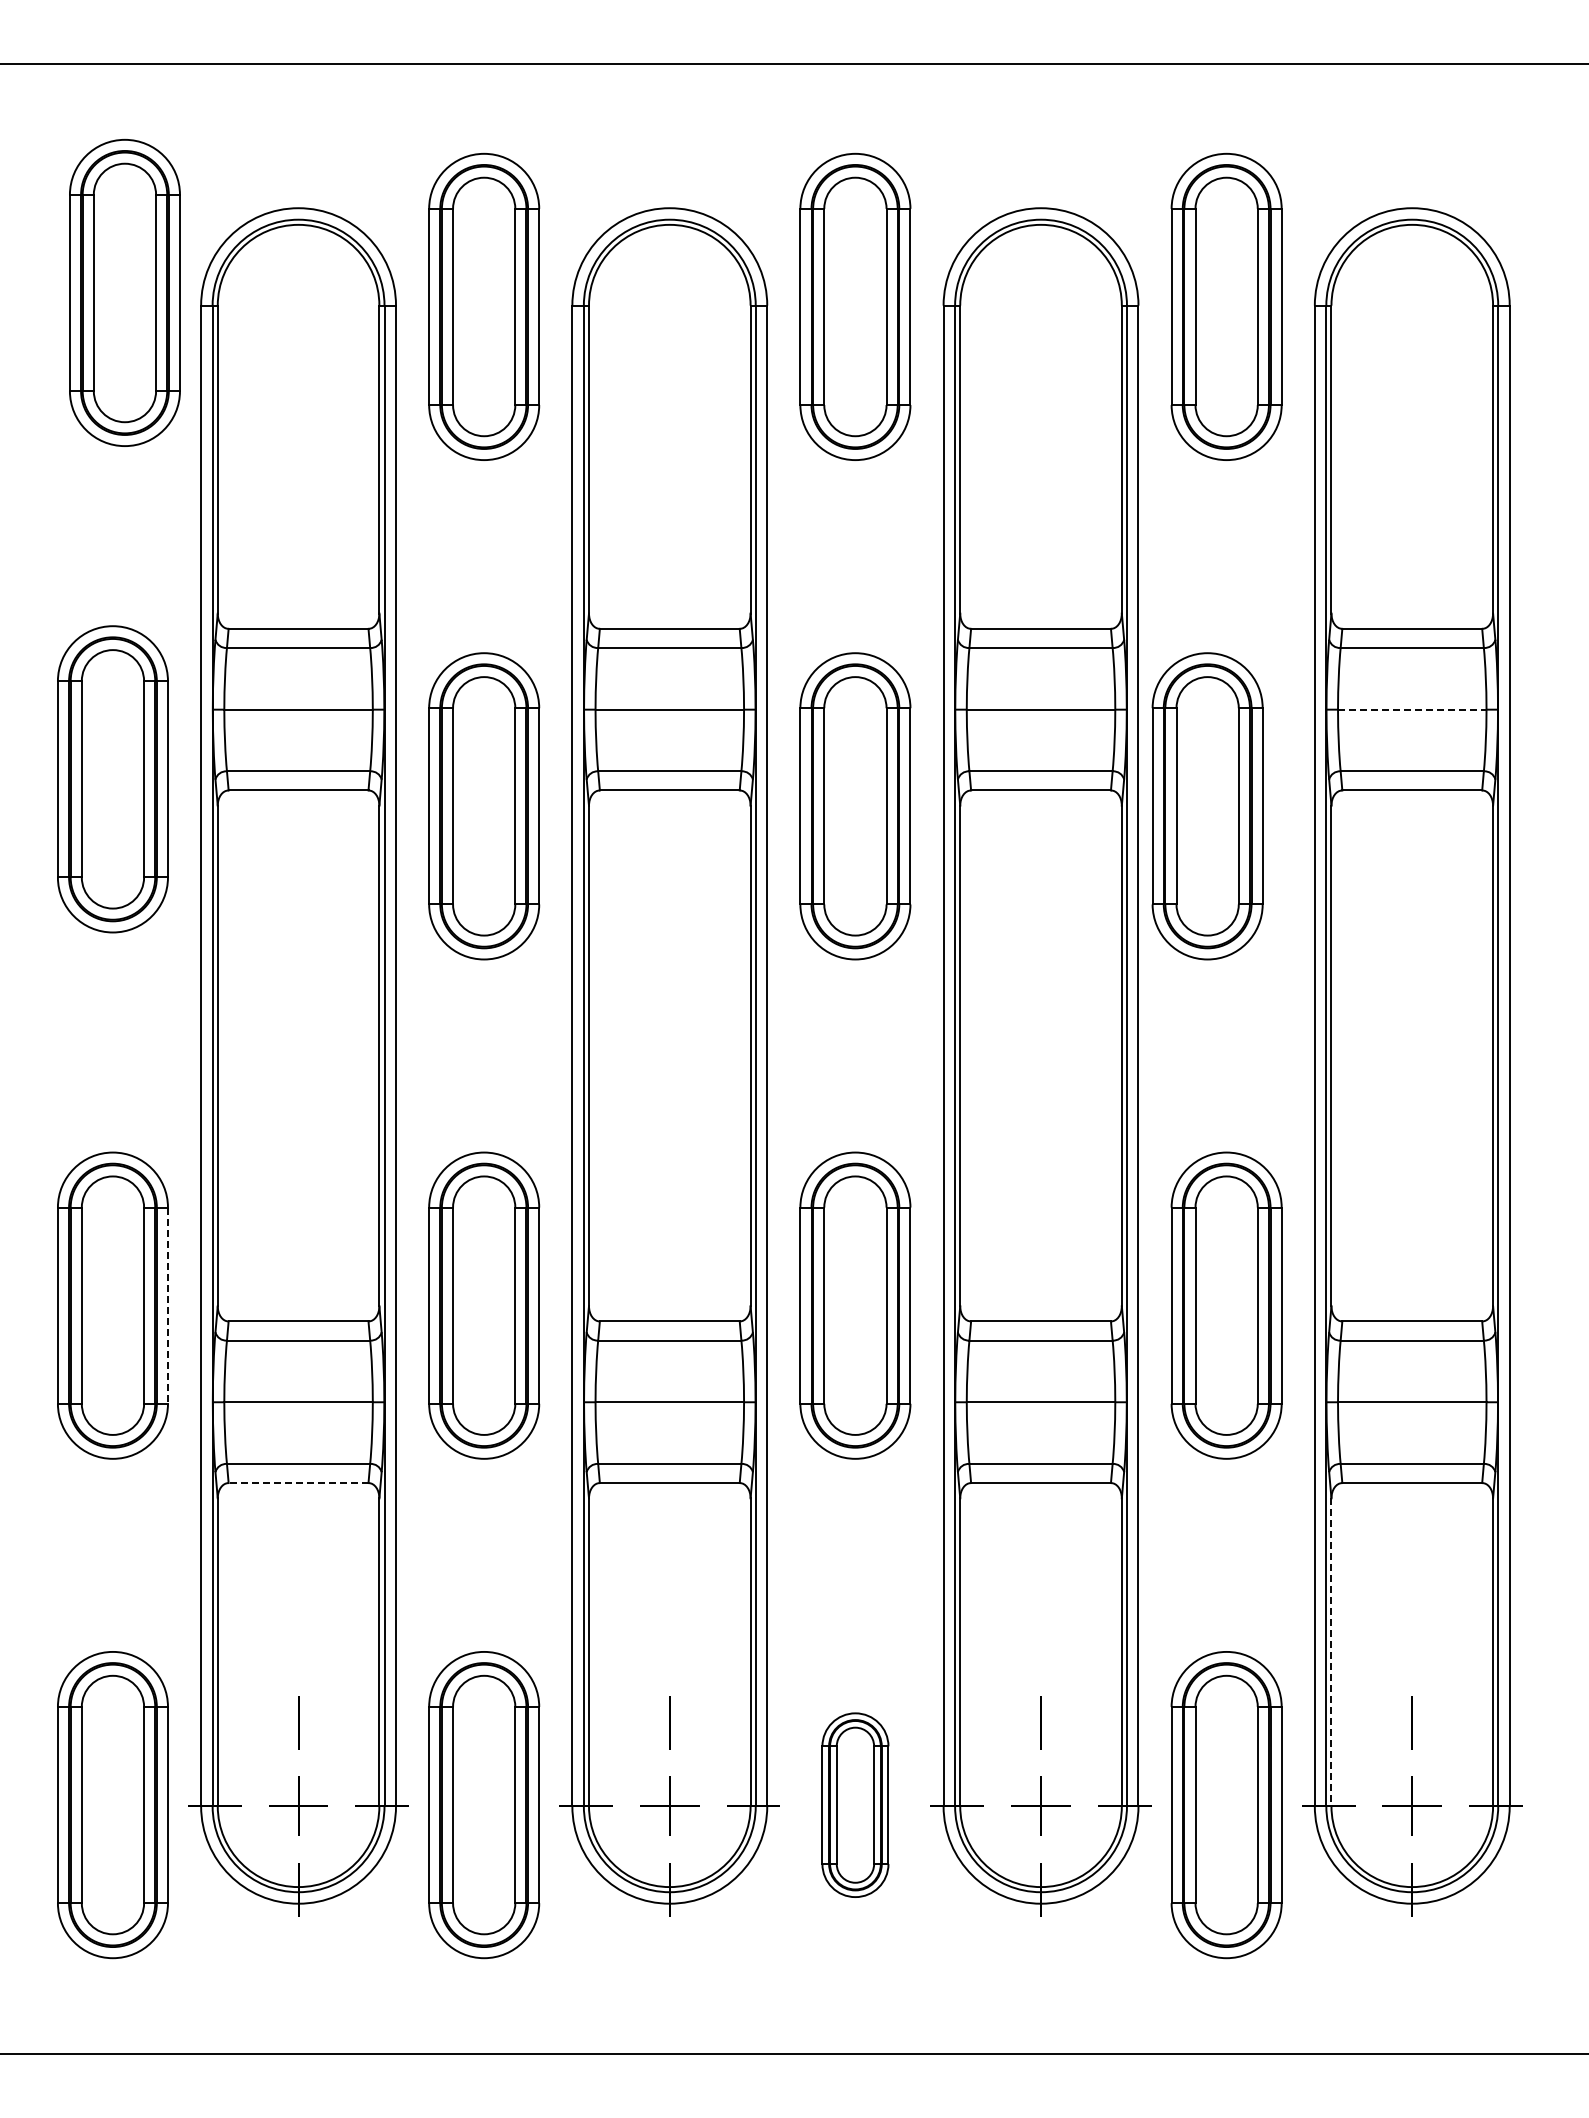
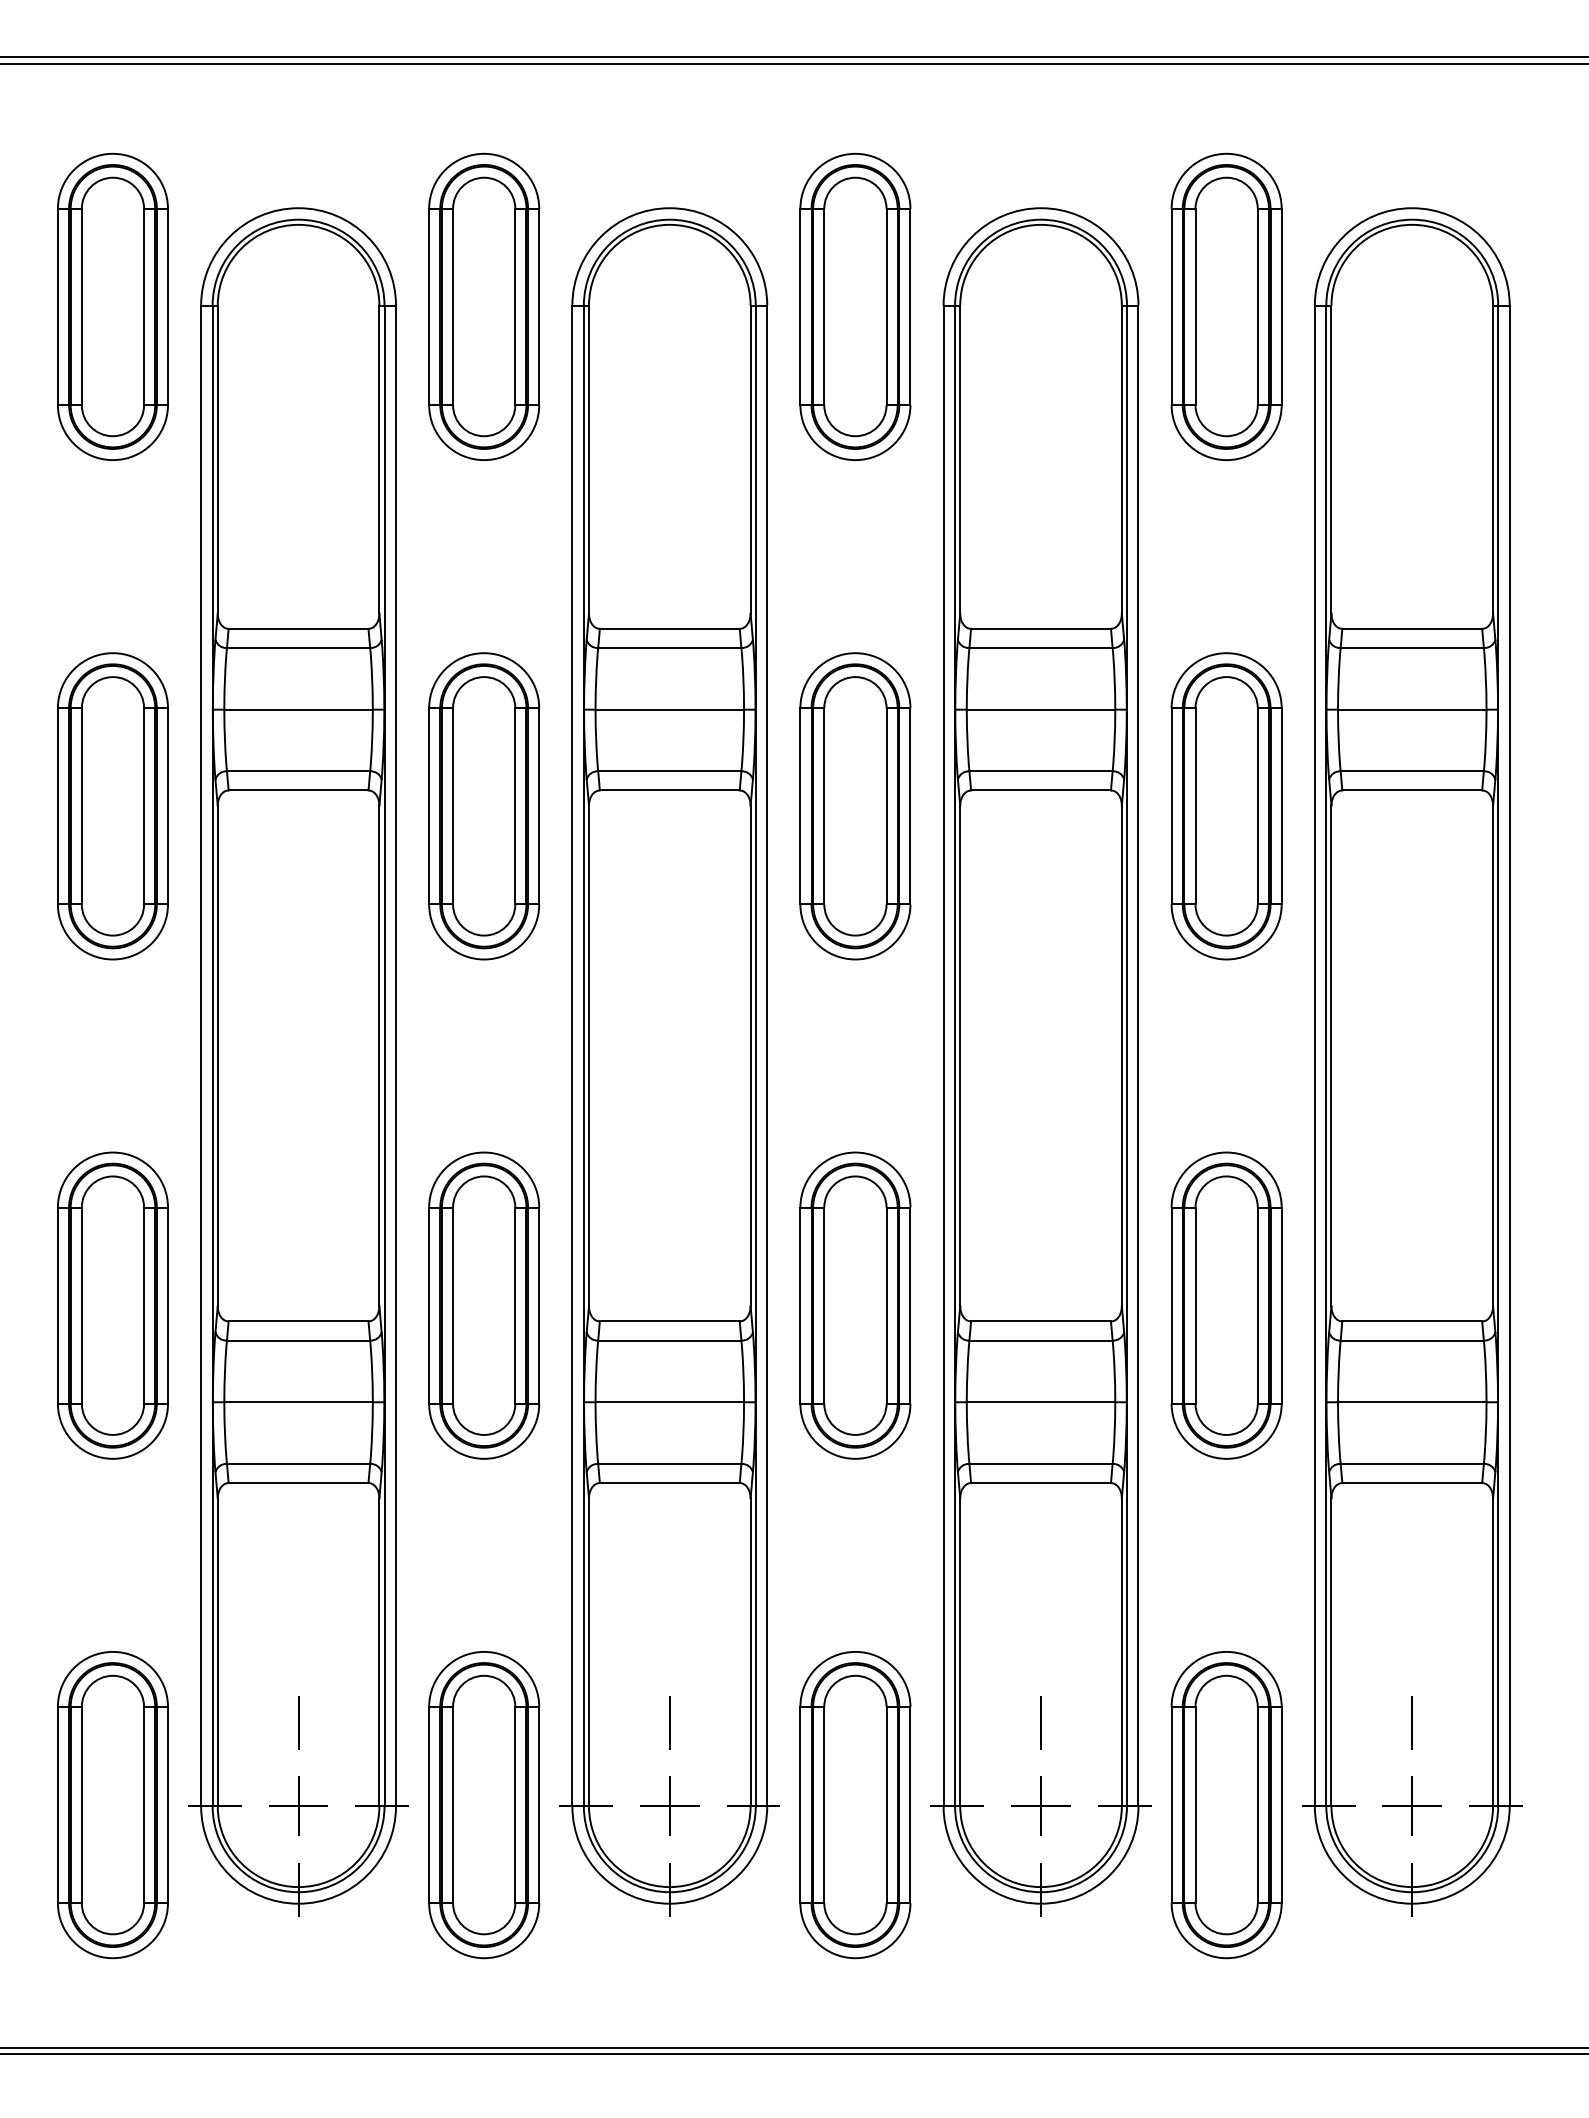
line at (793, 57): none -> present
part at (124, 292) position: (124, 292) -> (112, 306)
line at (1412, 709): dashed -> solid
part at (112, 779) position: (112, 779) -> (112, 806)
part at (1207, 806) position: (1207, 806) -> (1226, 806)
line at (167, 1306): dashed -> solid
line at (298, 1483): dashed -> solid
line at (1331, 1652): dashed -> solid
part at (855, 1804) size: 69x186 px -> 113x309 px
line at (793, 2048): none -> present
